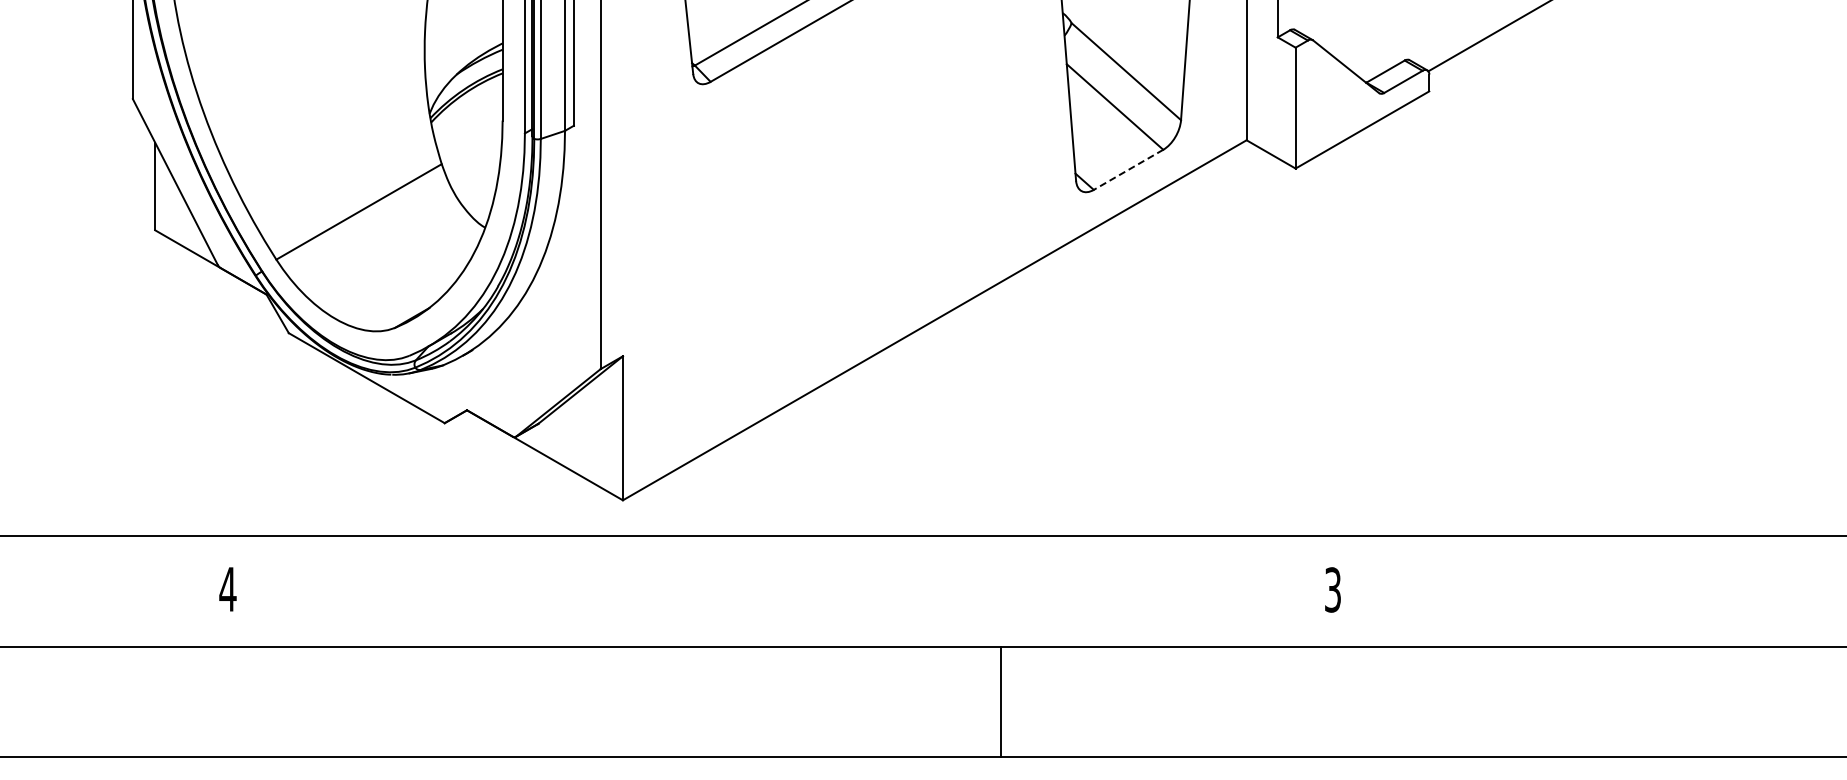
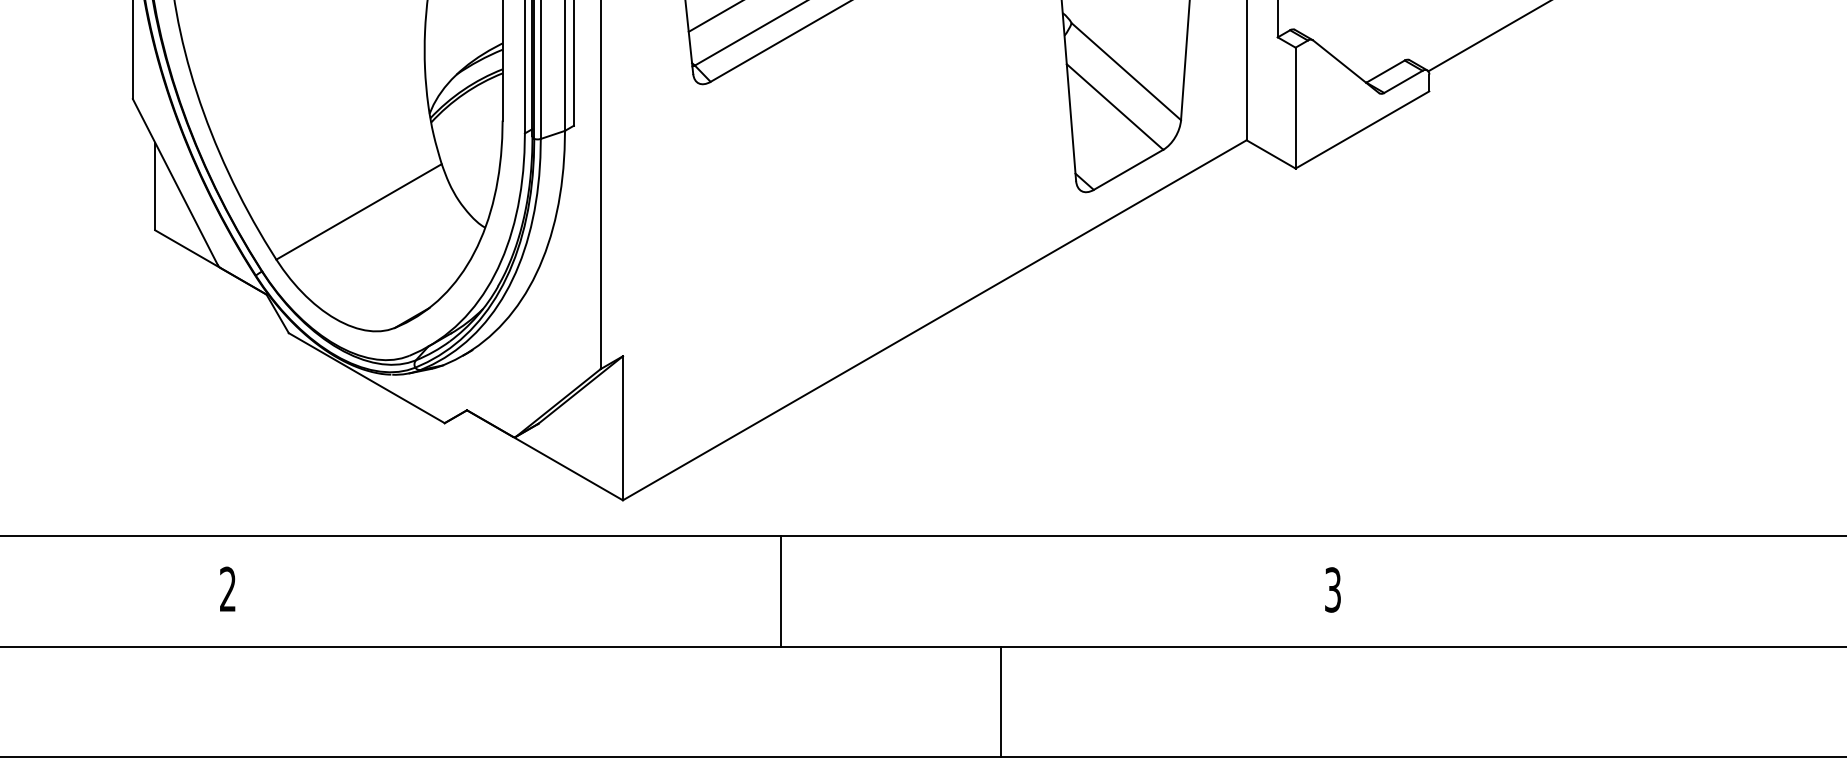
line at (713, 16): none -> present
line at (1128, 170): dashed -> solid
text at (227, 588): 4 -> 2
line at (780, 591): none -> present
